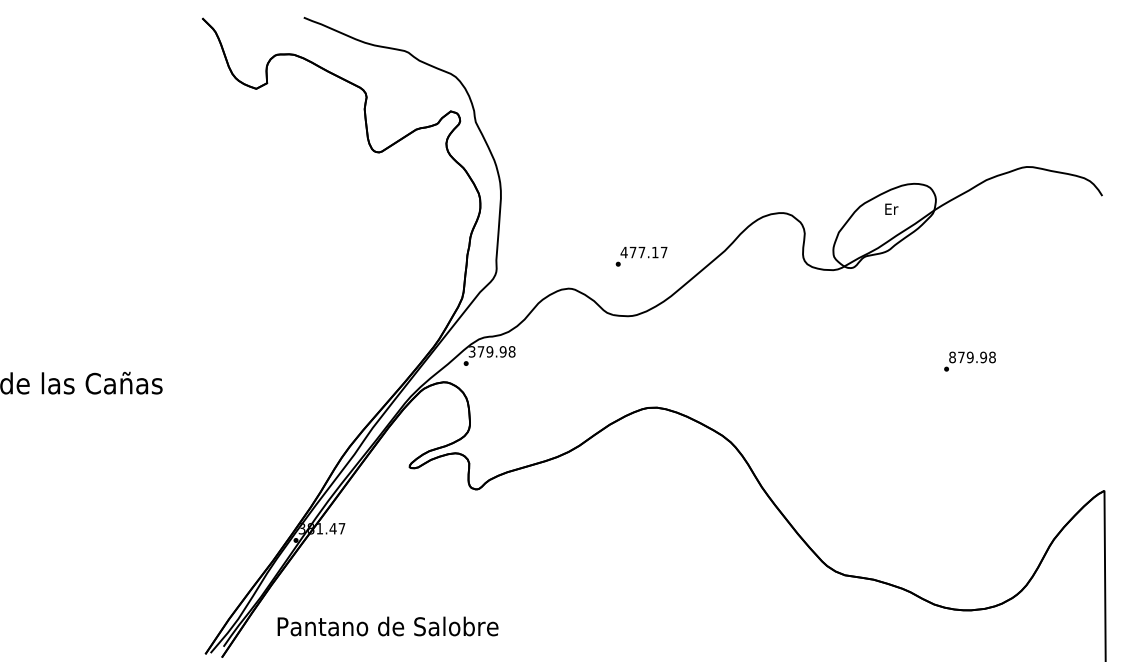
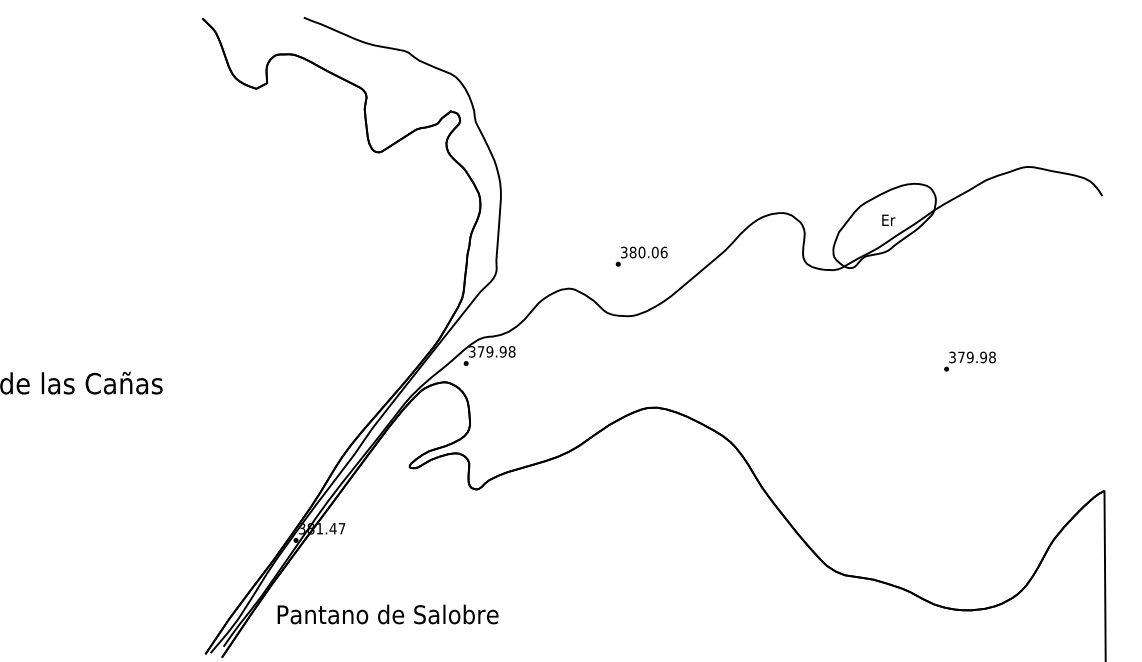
text at (891, 208) position: (891, 208) -> (888, 219)
text at (643, 252): 477.17 -> 380.06
text at (952, 357): 879.98 -> 379.98
text at (387, 626) position: (387, 626) -> (387, 614)
